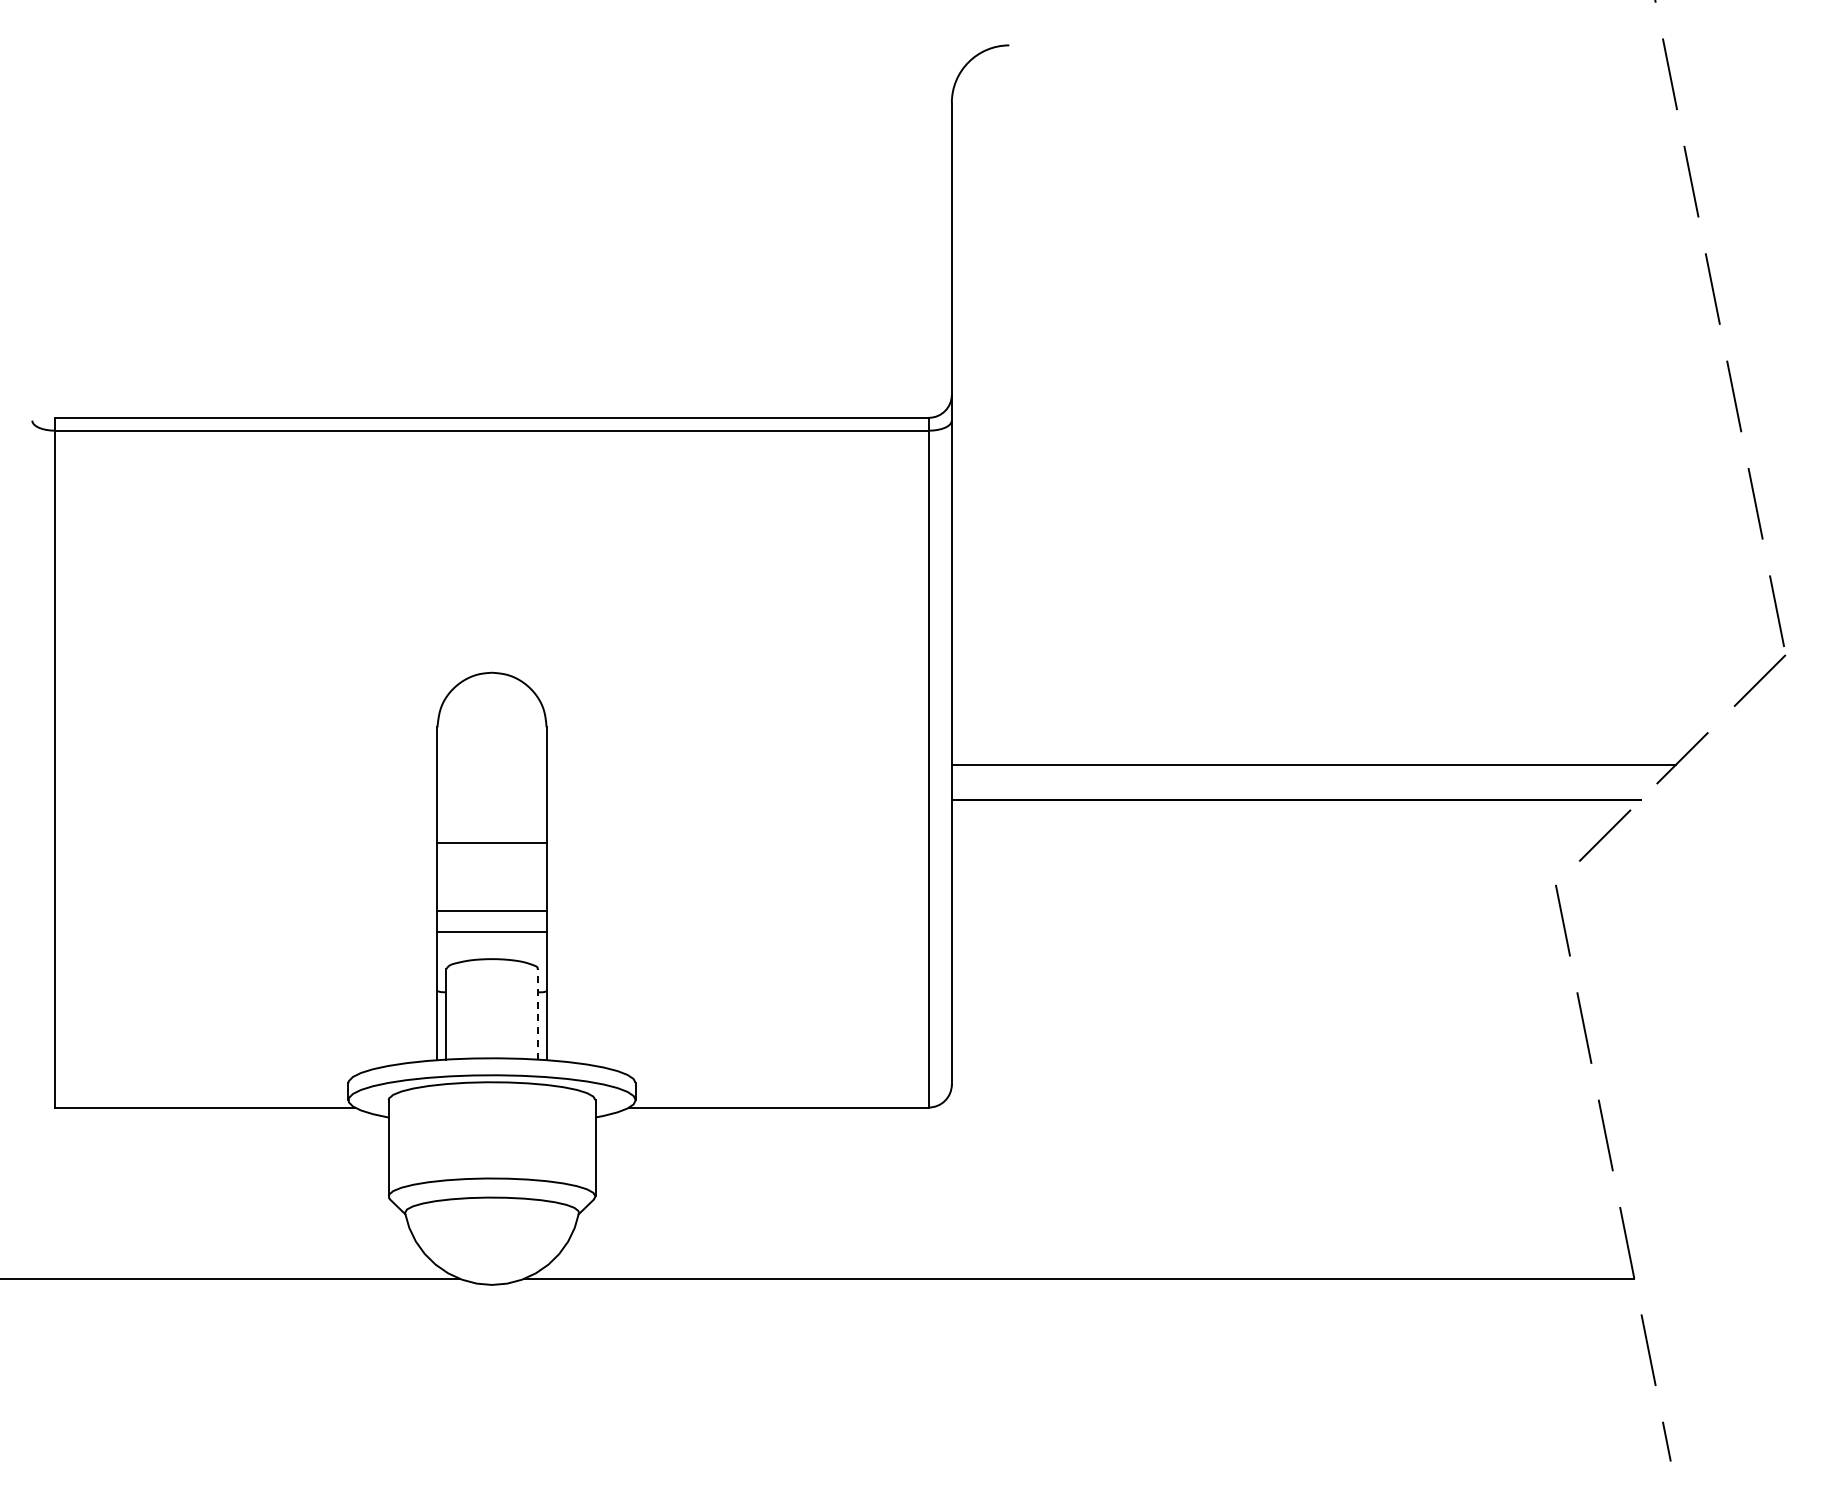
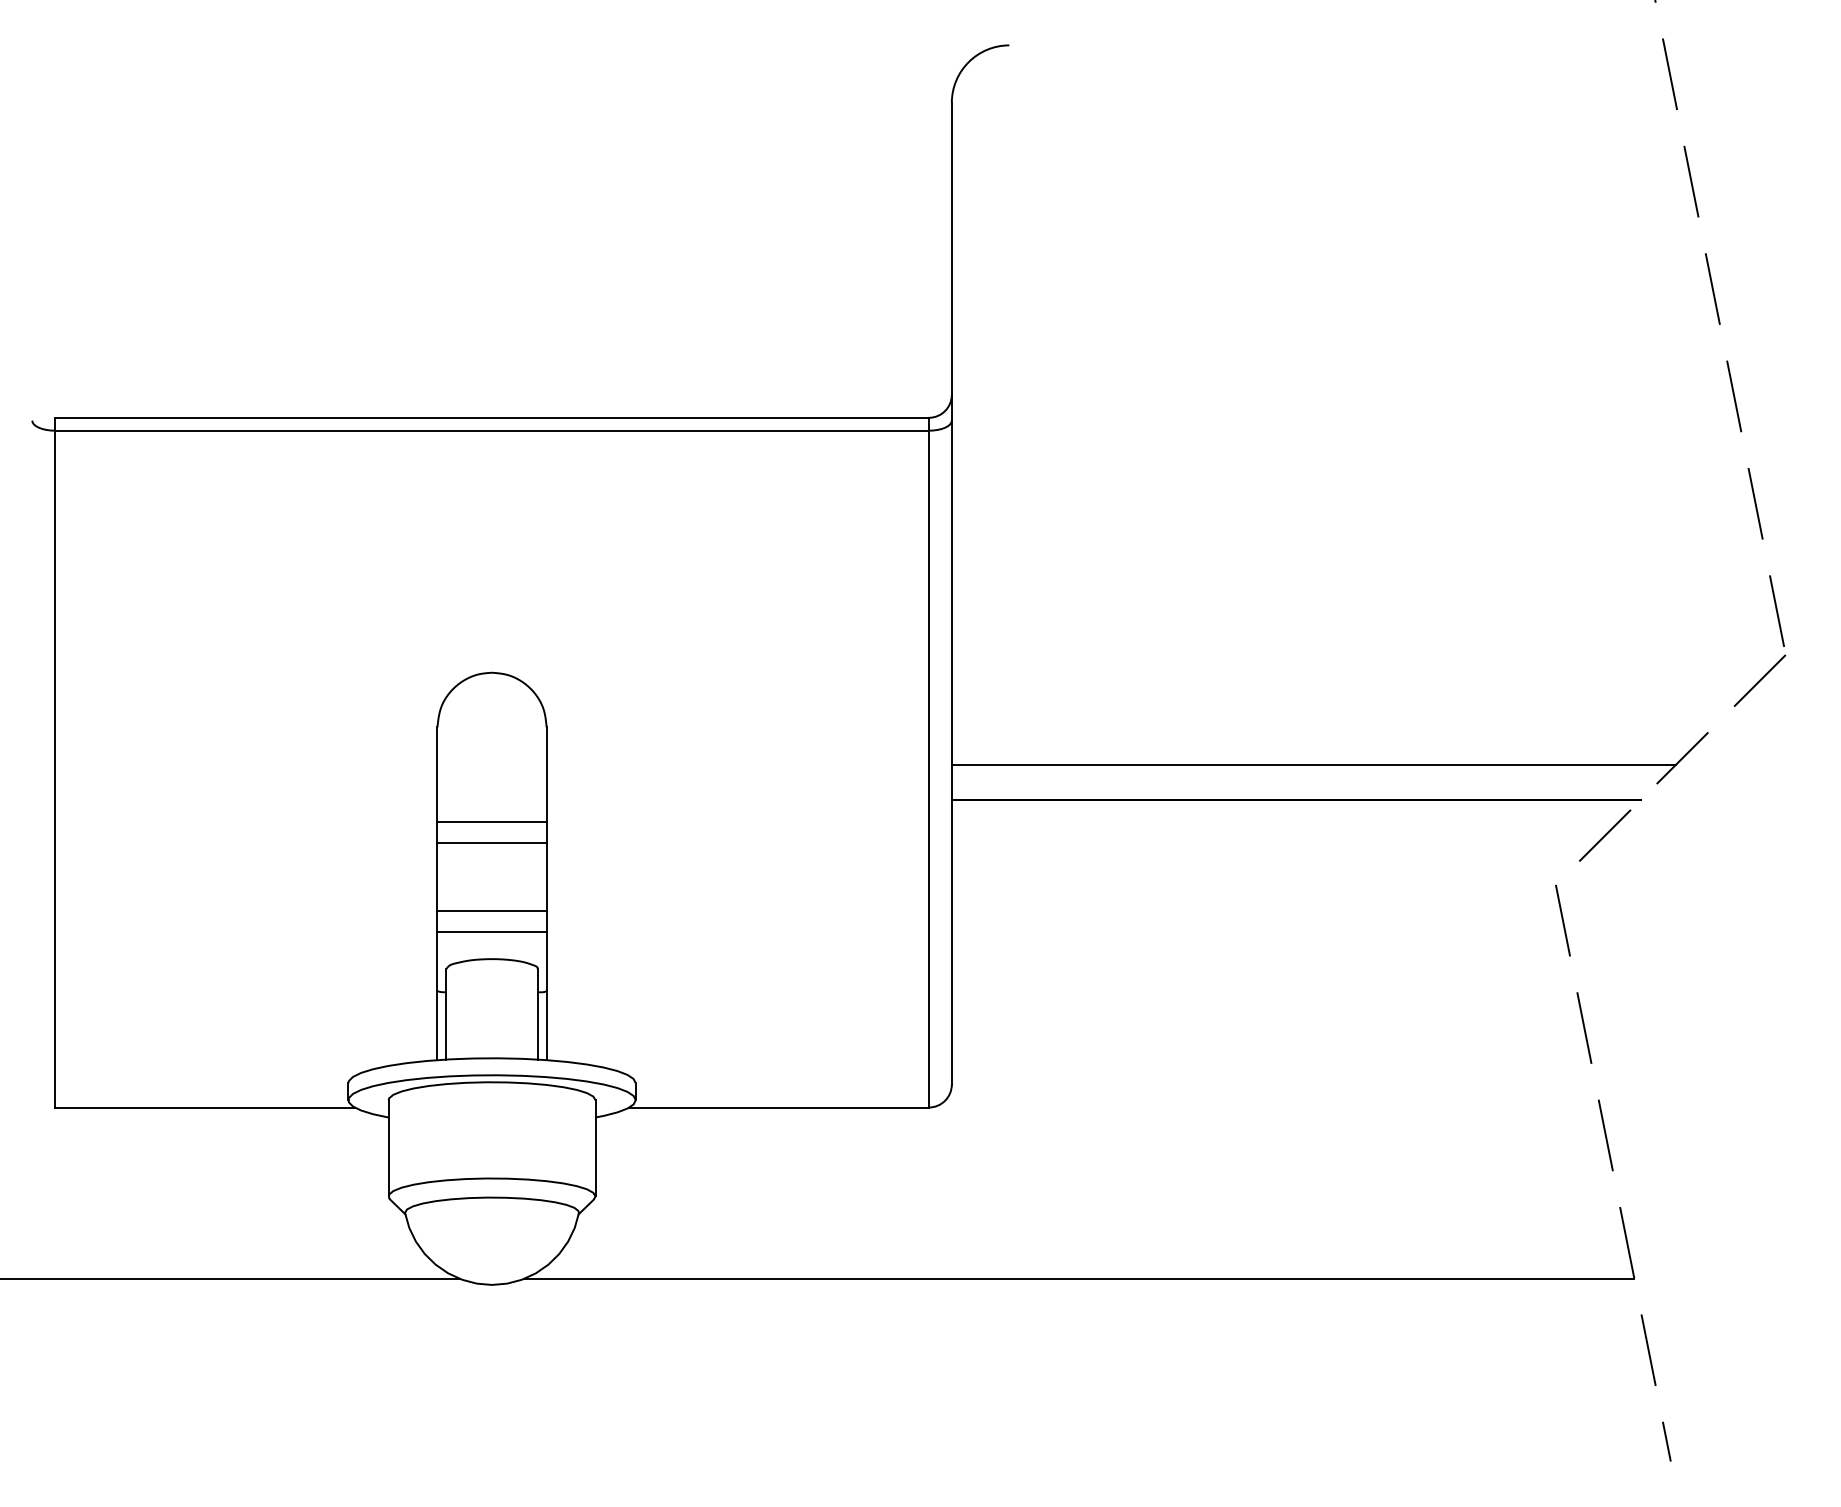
line at (491, 821): none -> present
line at (538, 1014): dashed -> solid
